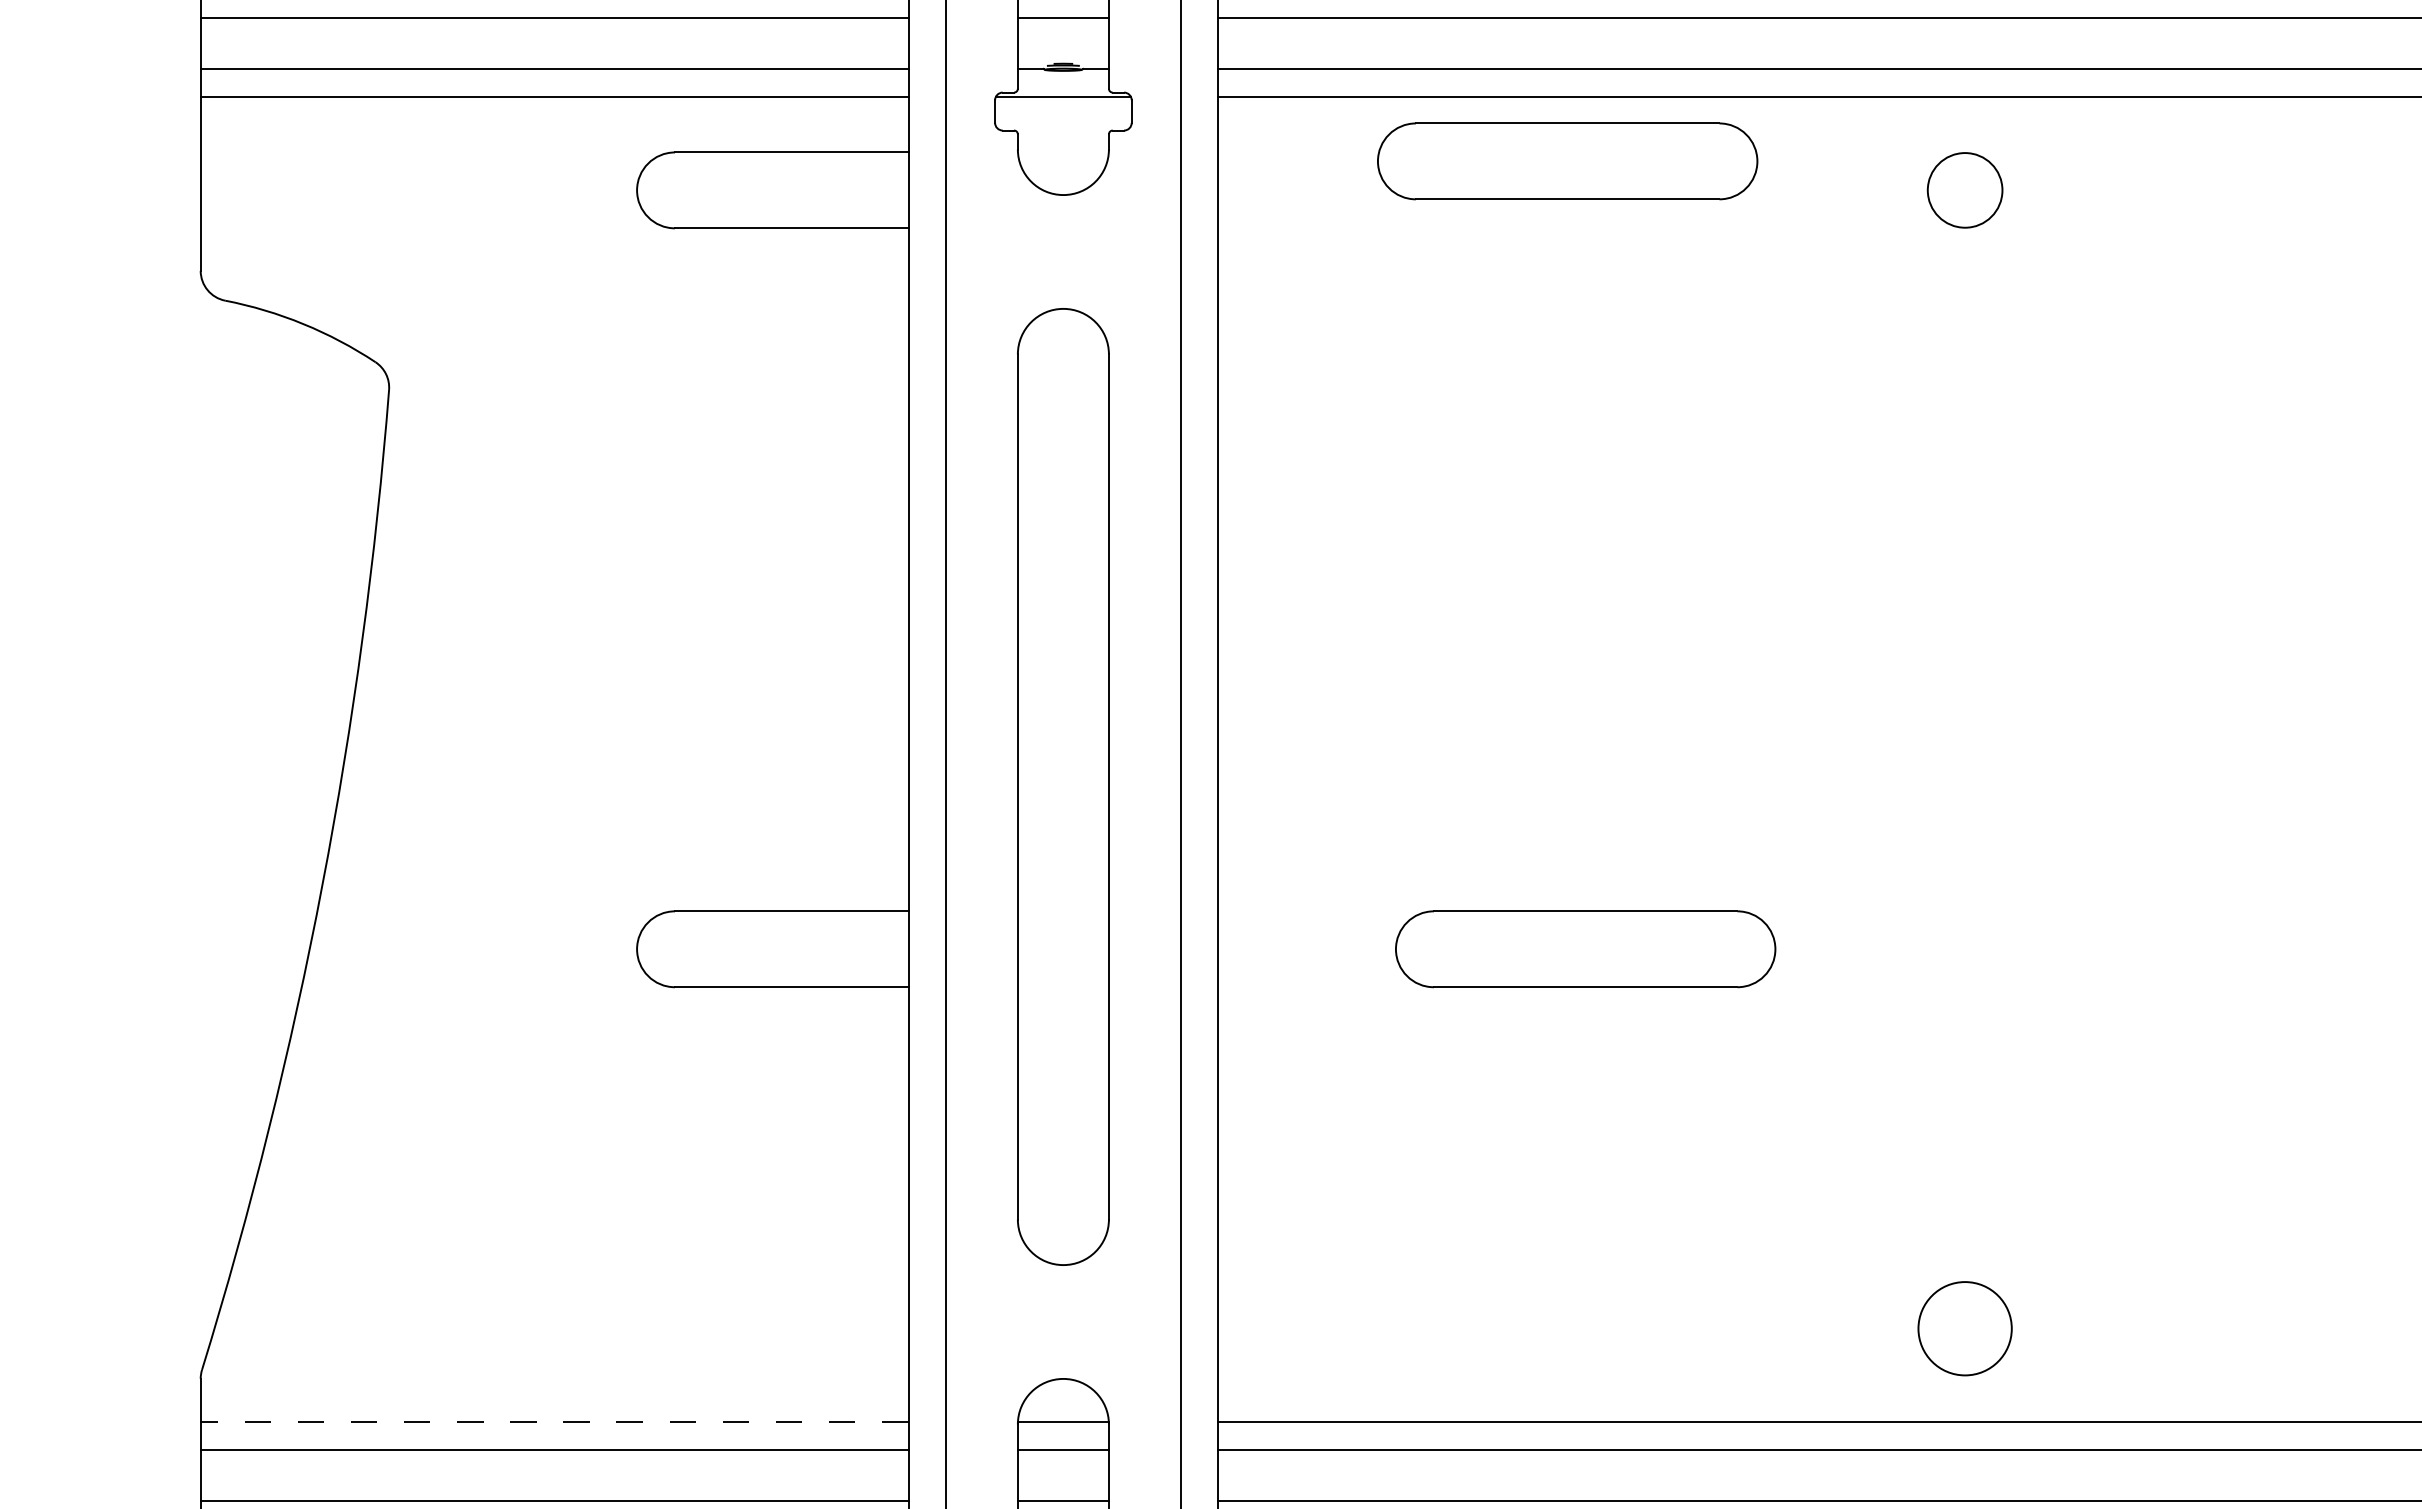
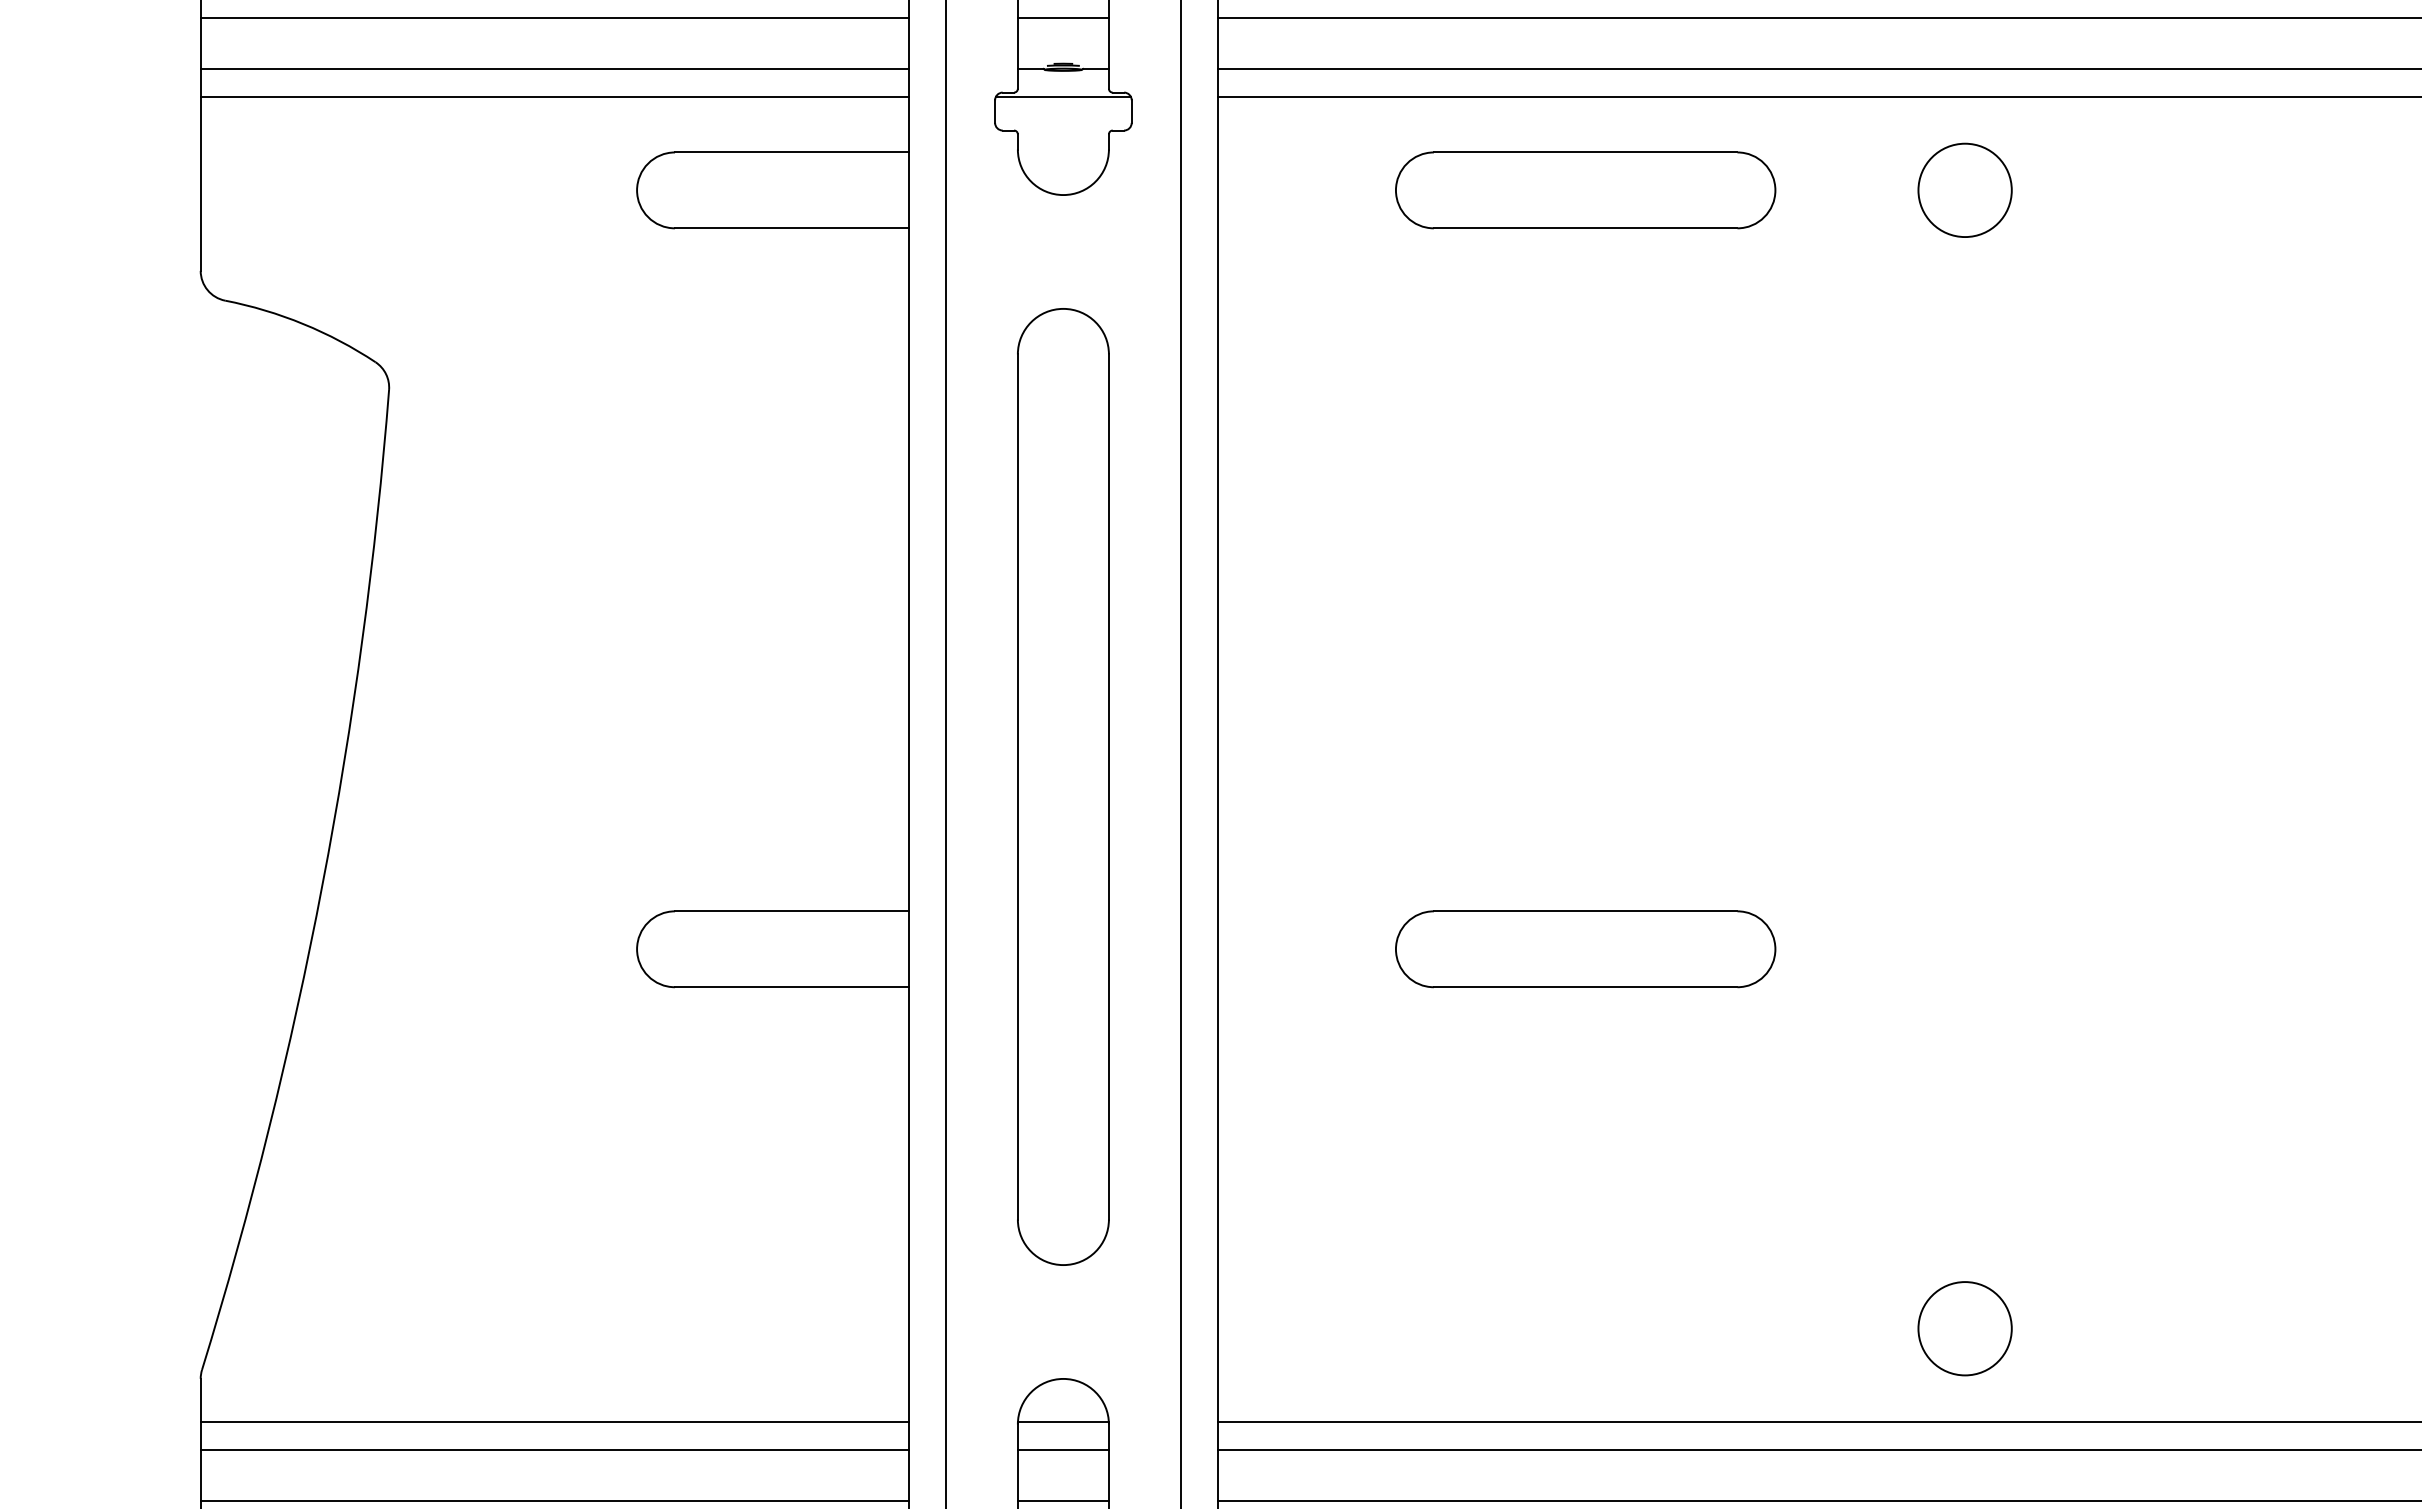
part at (1567, 161) position: (1567, 161) -> (1585, 190)
circle at (1964, 190) diameter: 75 px -> 93 px
line at (554, 1421): dashed -> solid
